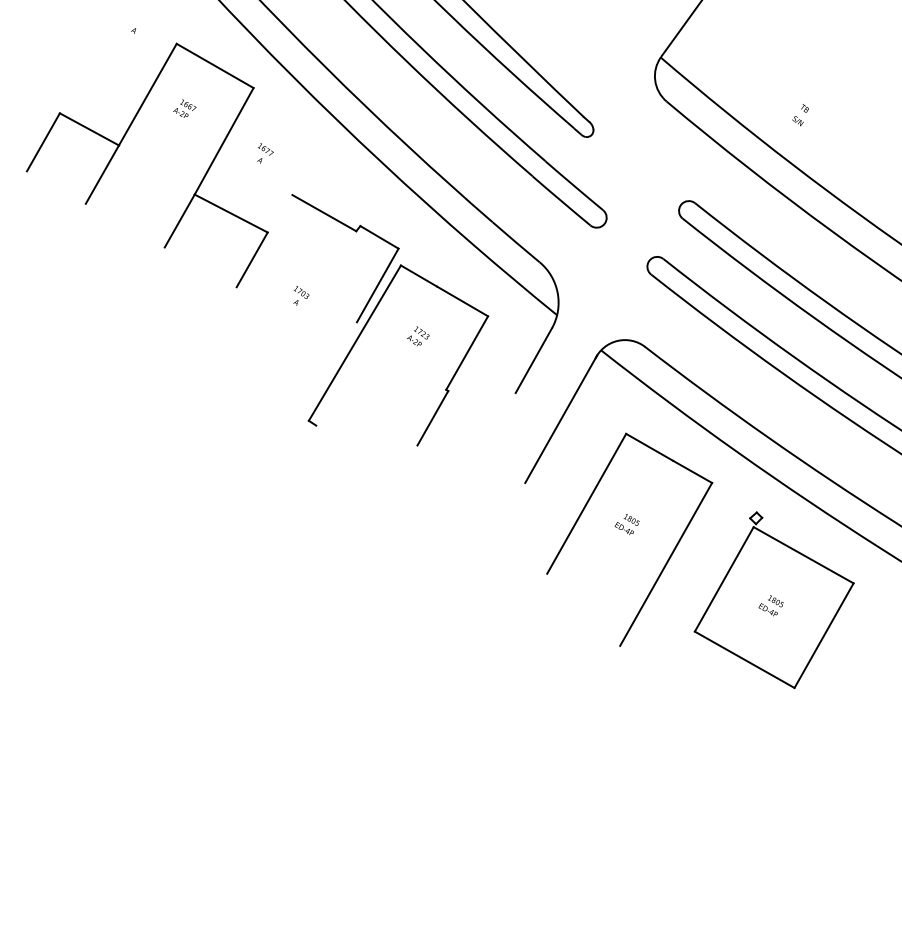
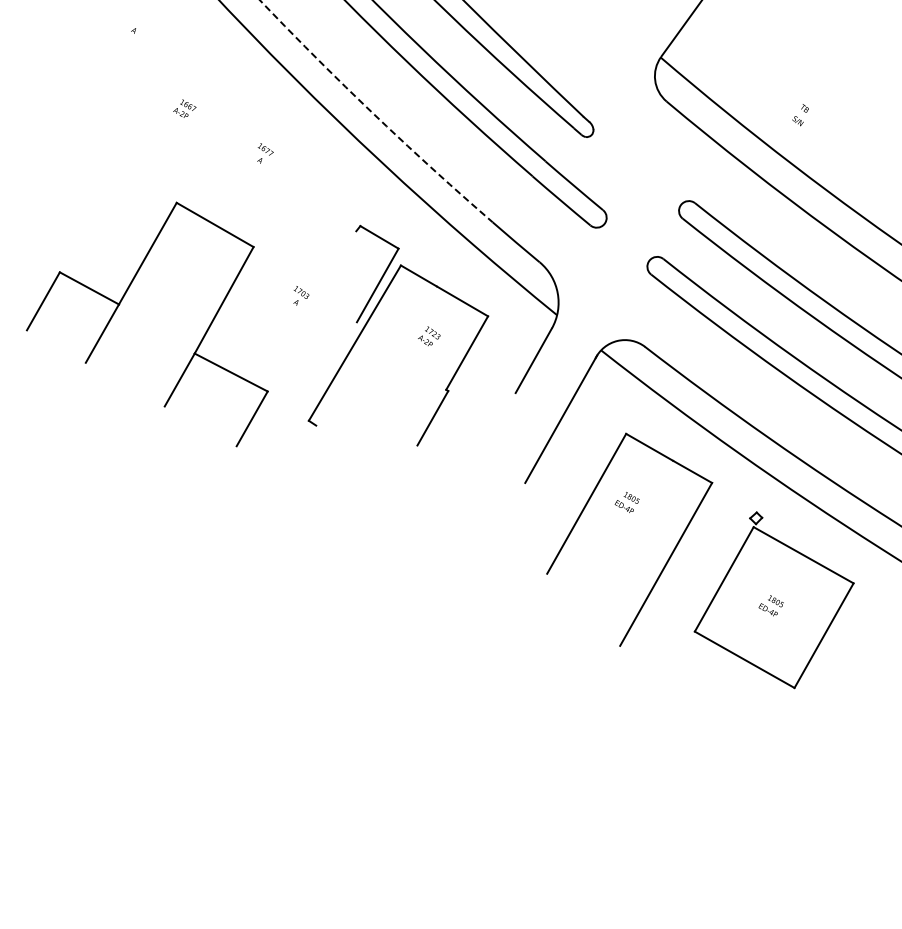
arc at (373, 114): solid -> dashed
part at (117, 150) position: (117, 150) -> (117, 309)
line at (324, 213): present -> none
text at (418, 335) position: (418, 335) -> (429, 335)
text at (626, 524) position: (626, 524) -> (626, 502)
